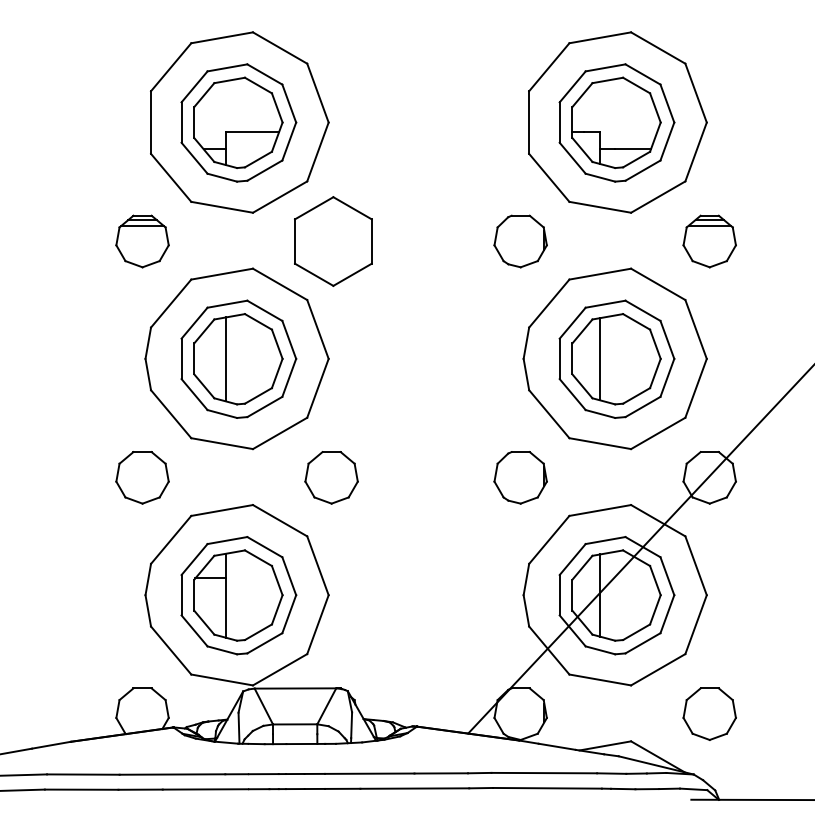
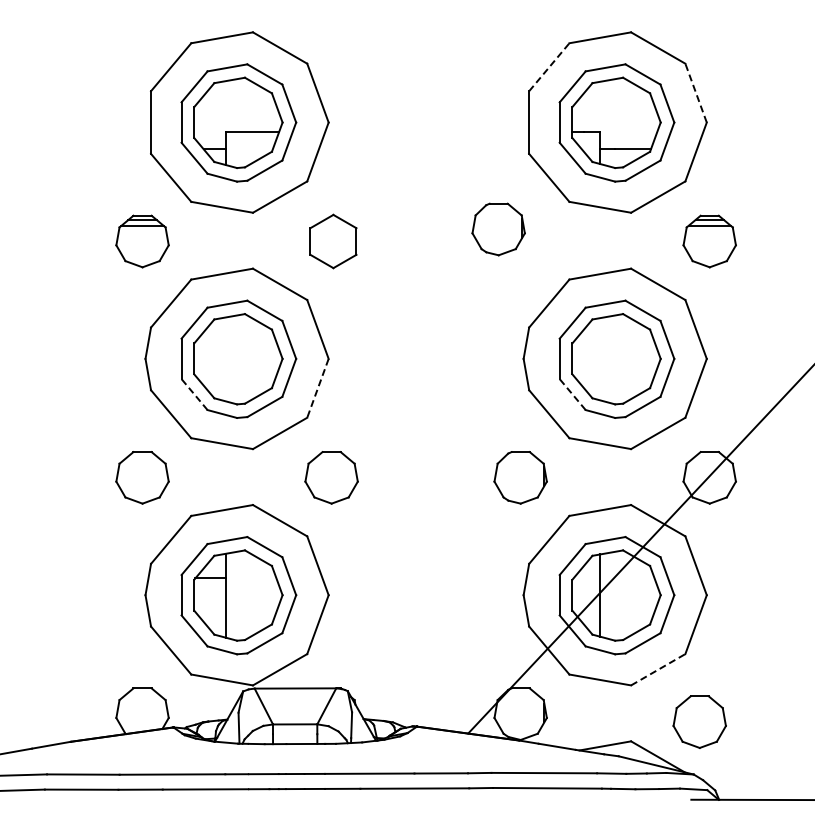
line at (549, 66): solid -> dashed
line at (695, 92): solid -> dashed
part at (333, 241) size: 79x91 px -> 49x57 px
part at (520, 241) position: (520, 241) -> (498, 229)
line at (225, 359): present -> none
line at (600, 359): present -> none
line at (317, 388): solid -> dashed
line at (194, 394): solid -> dashed
line at (572, 394): solid -> dashed
line at (658, 669): solid -> dashed
part at (709, 713) position: (709, 713) -> (699, 721)
